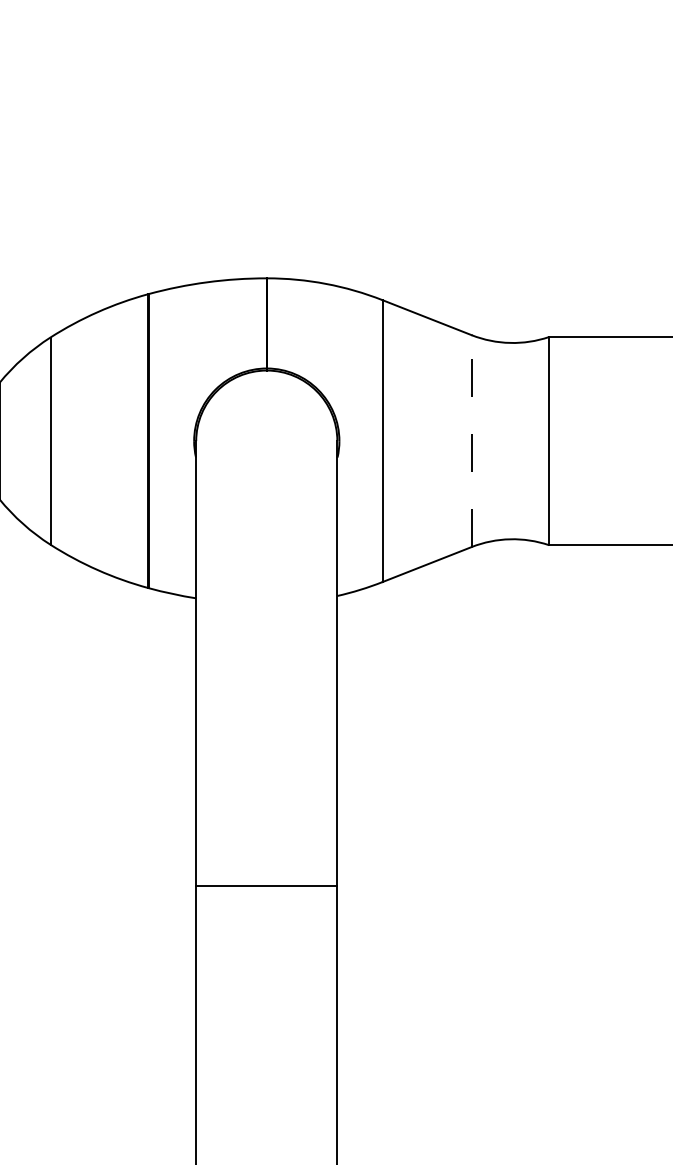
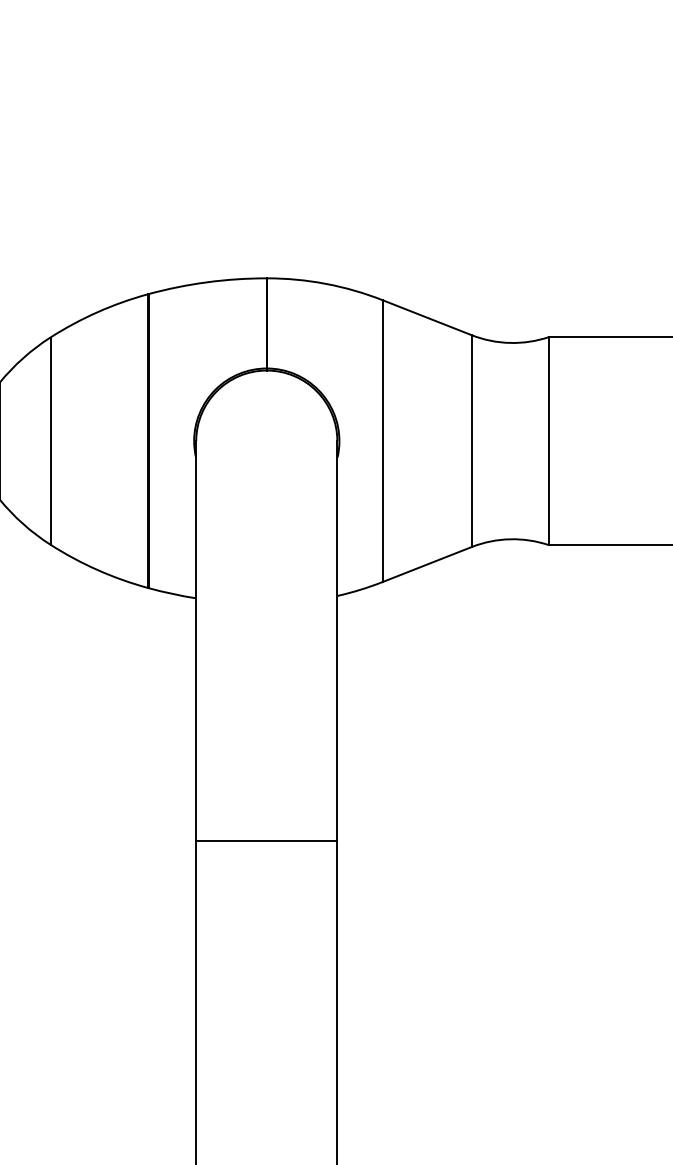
line at (471, 441): dashed -> solid
line at (266, 886) position: (266, 886) -> (266, 841)
